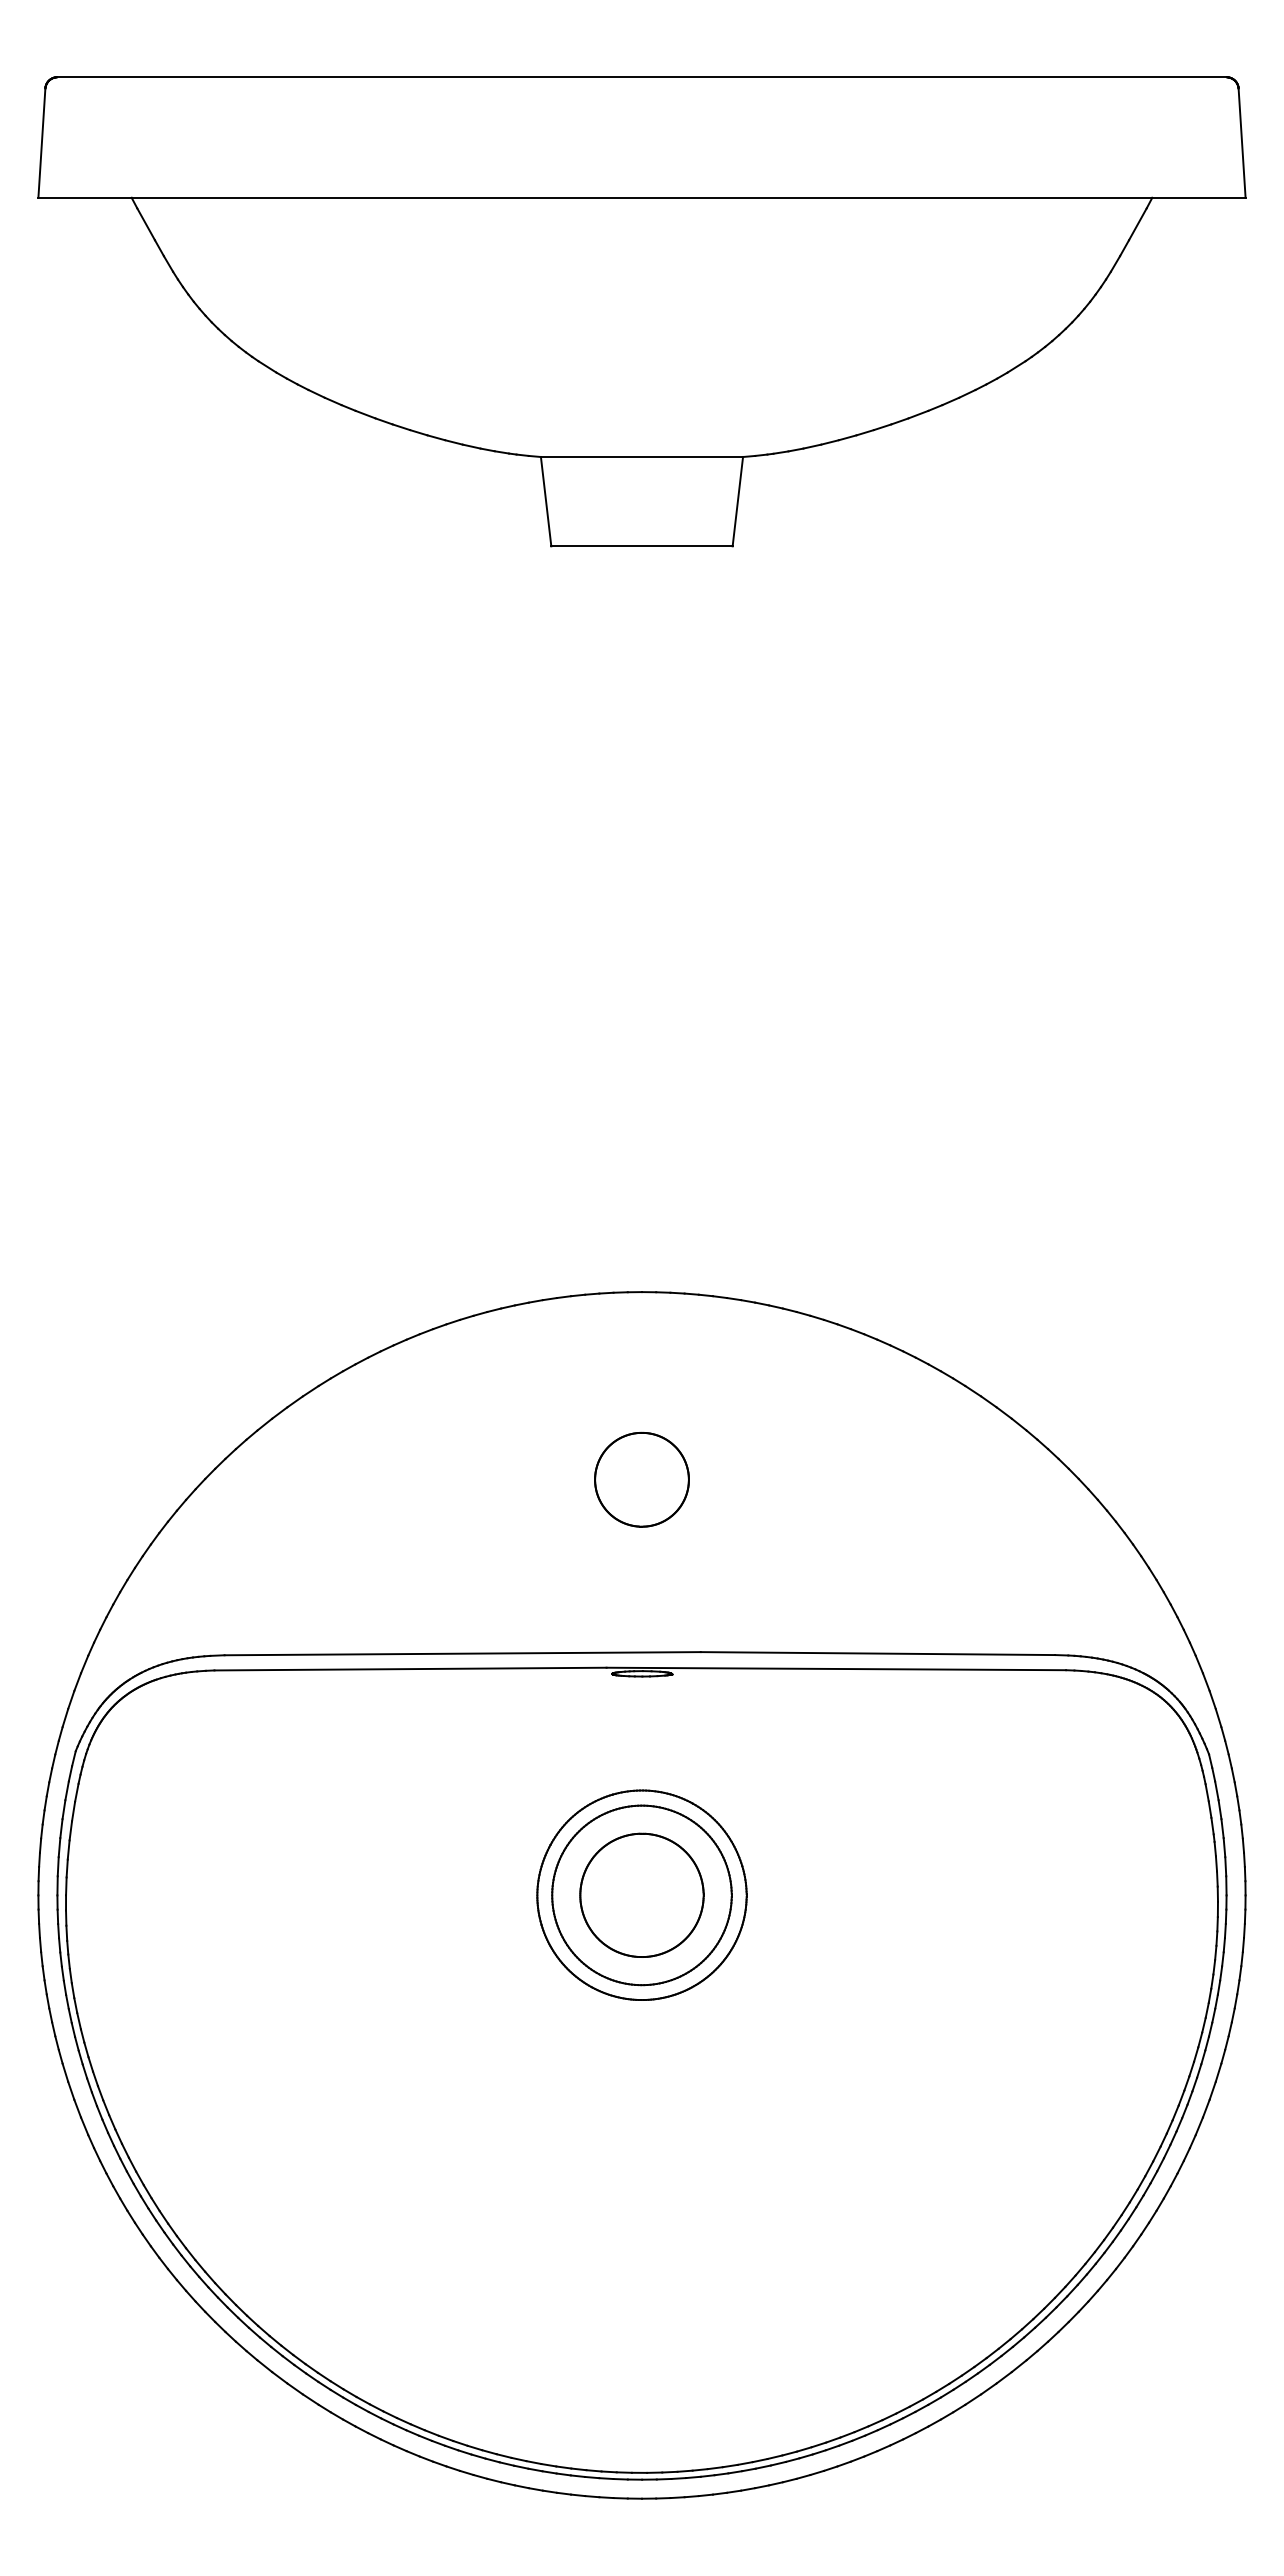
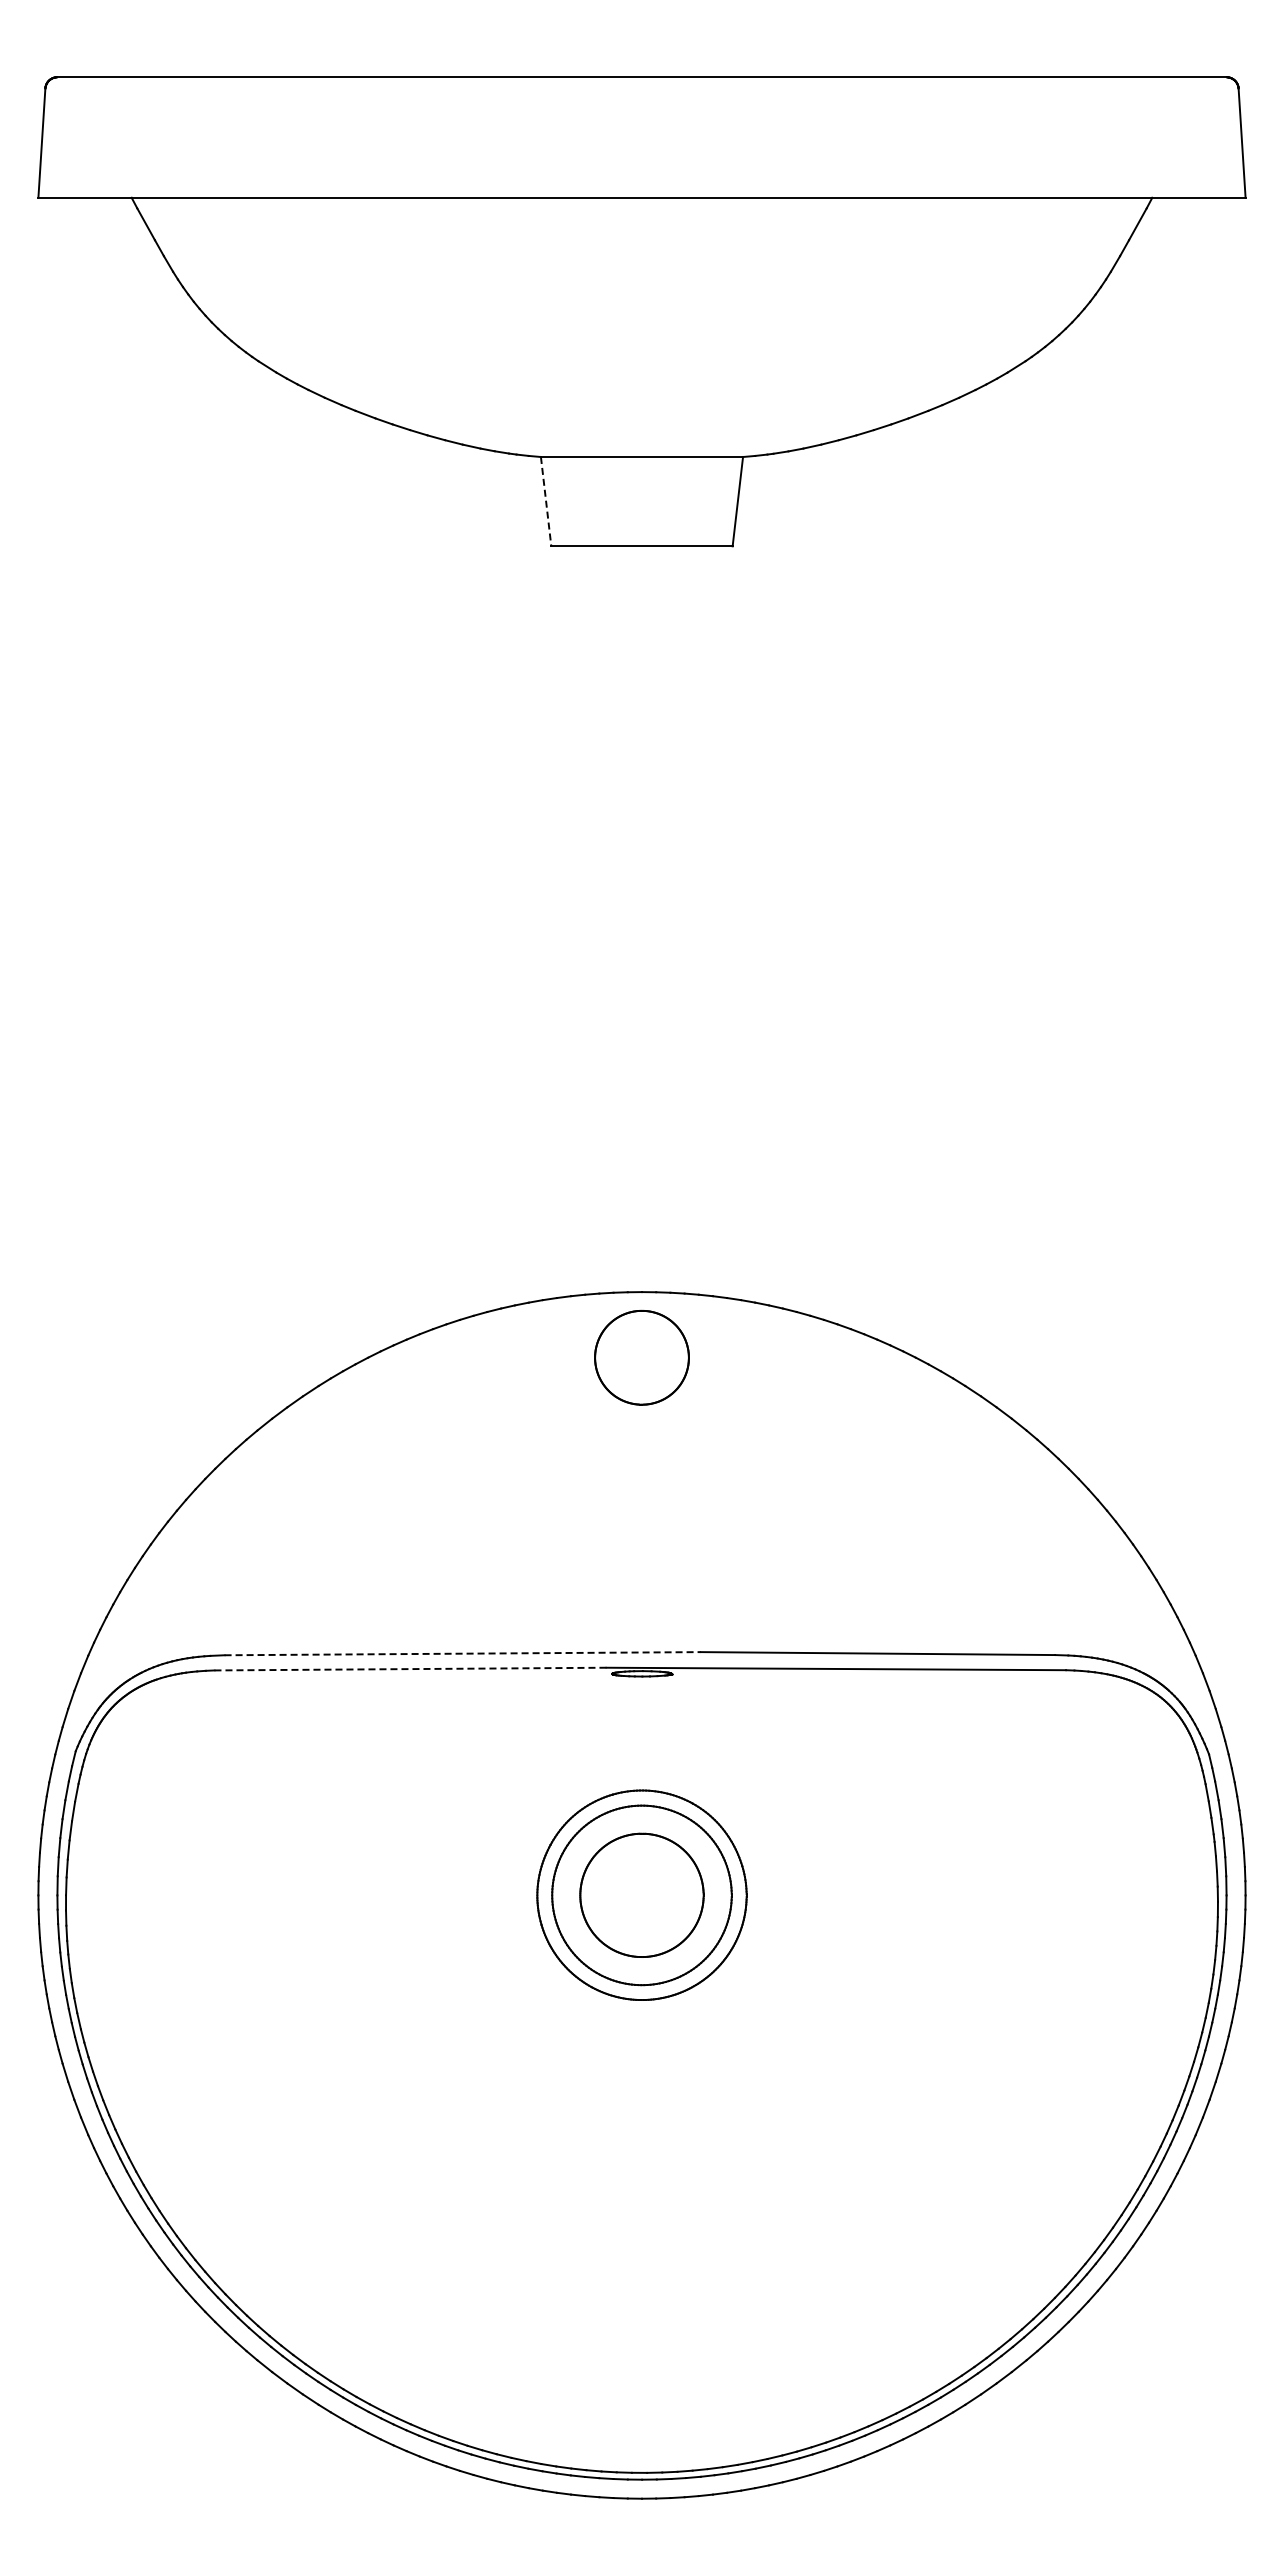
line at (546, 501): solid -> dashed
part at (641, 1479) position: (641, 1479) -> (641, 1357)
line at (463, 1653): solid -> dashed
line at (411, 1669): solid -> dashed
